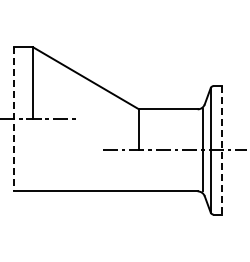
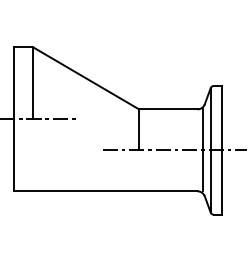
line at (14, 119): dashed -> solid
line at (222, 150): dashed -> solid
